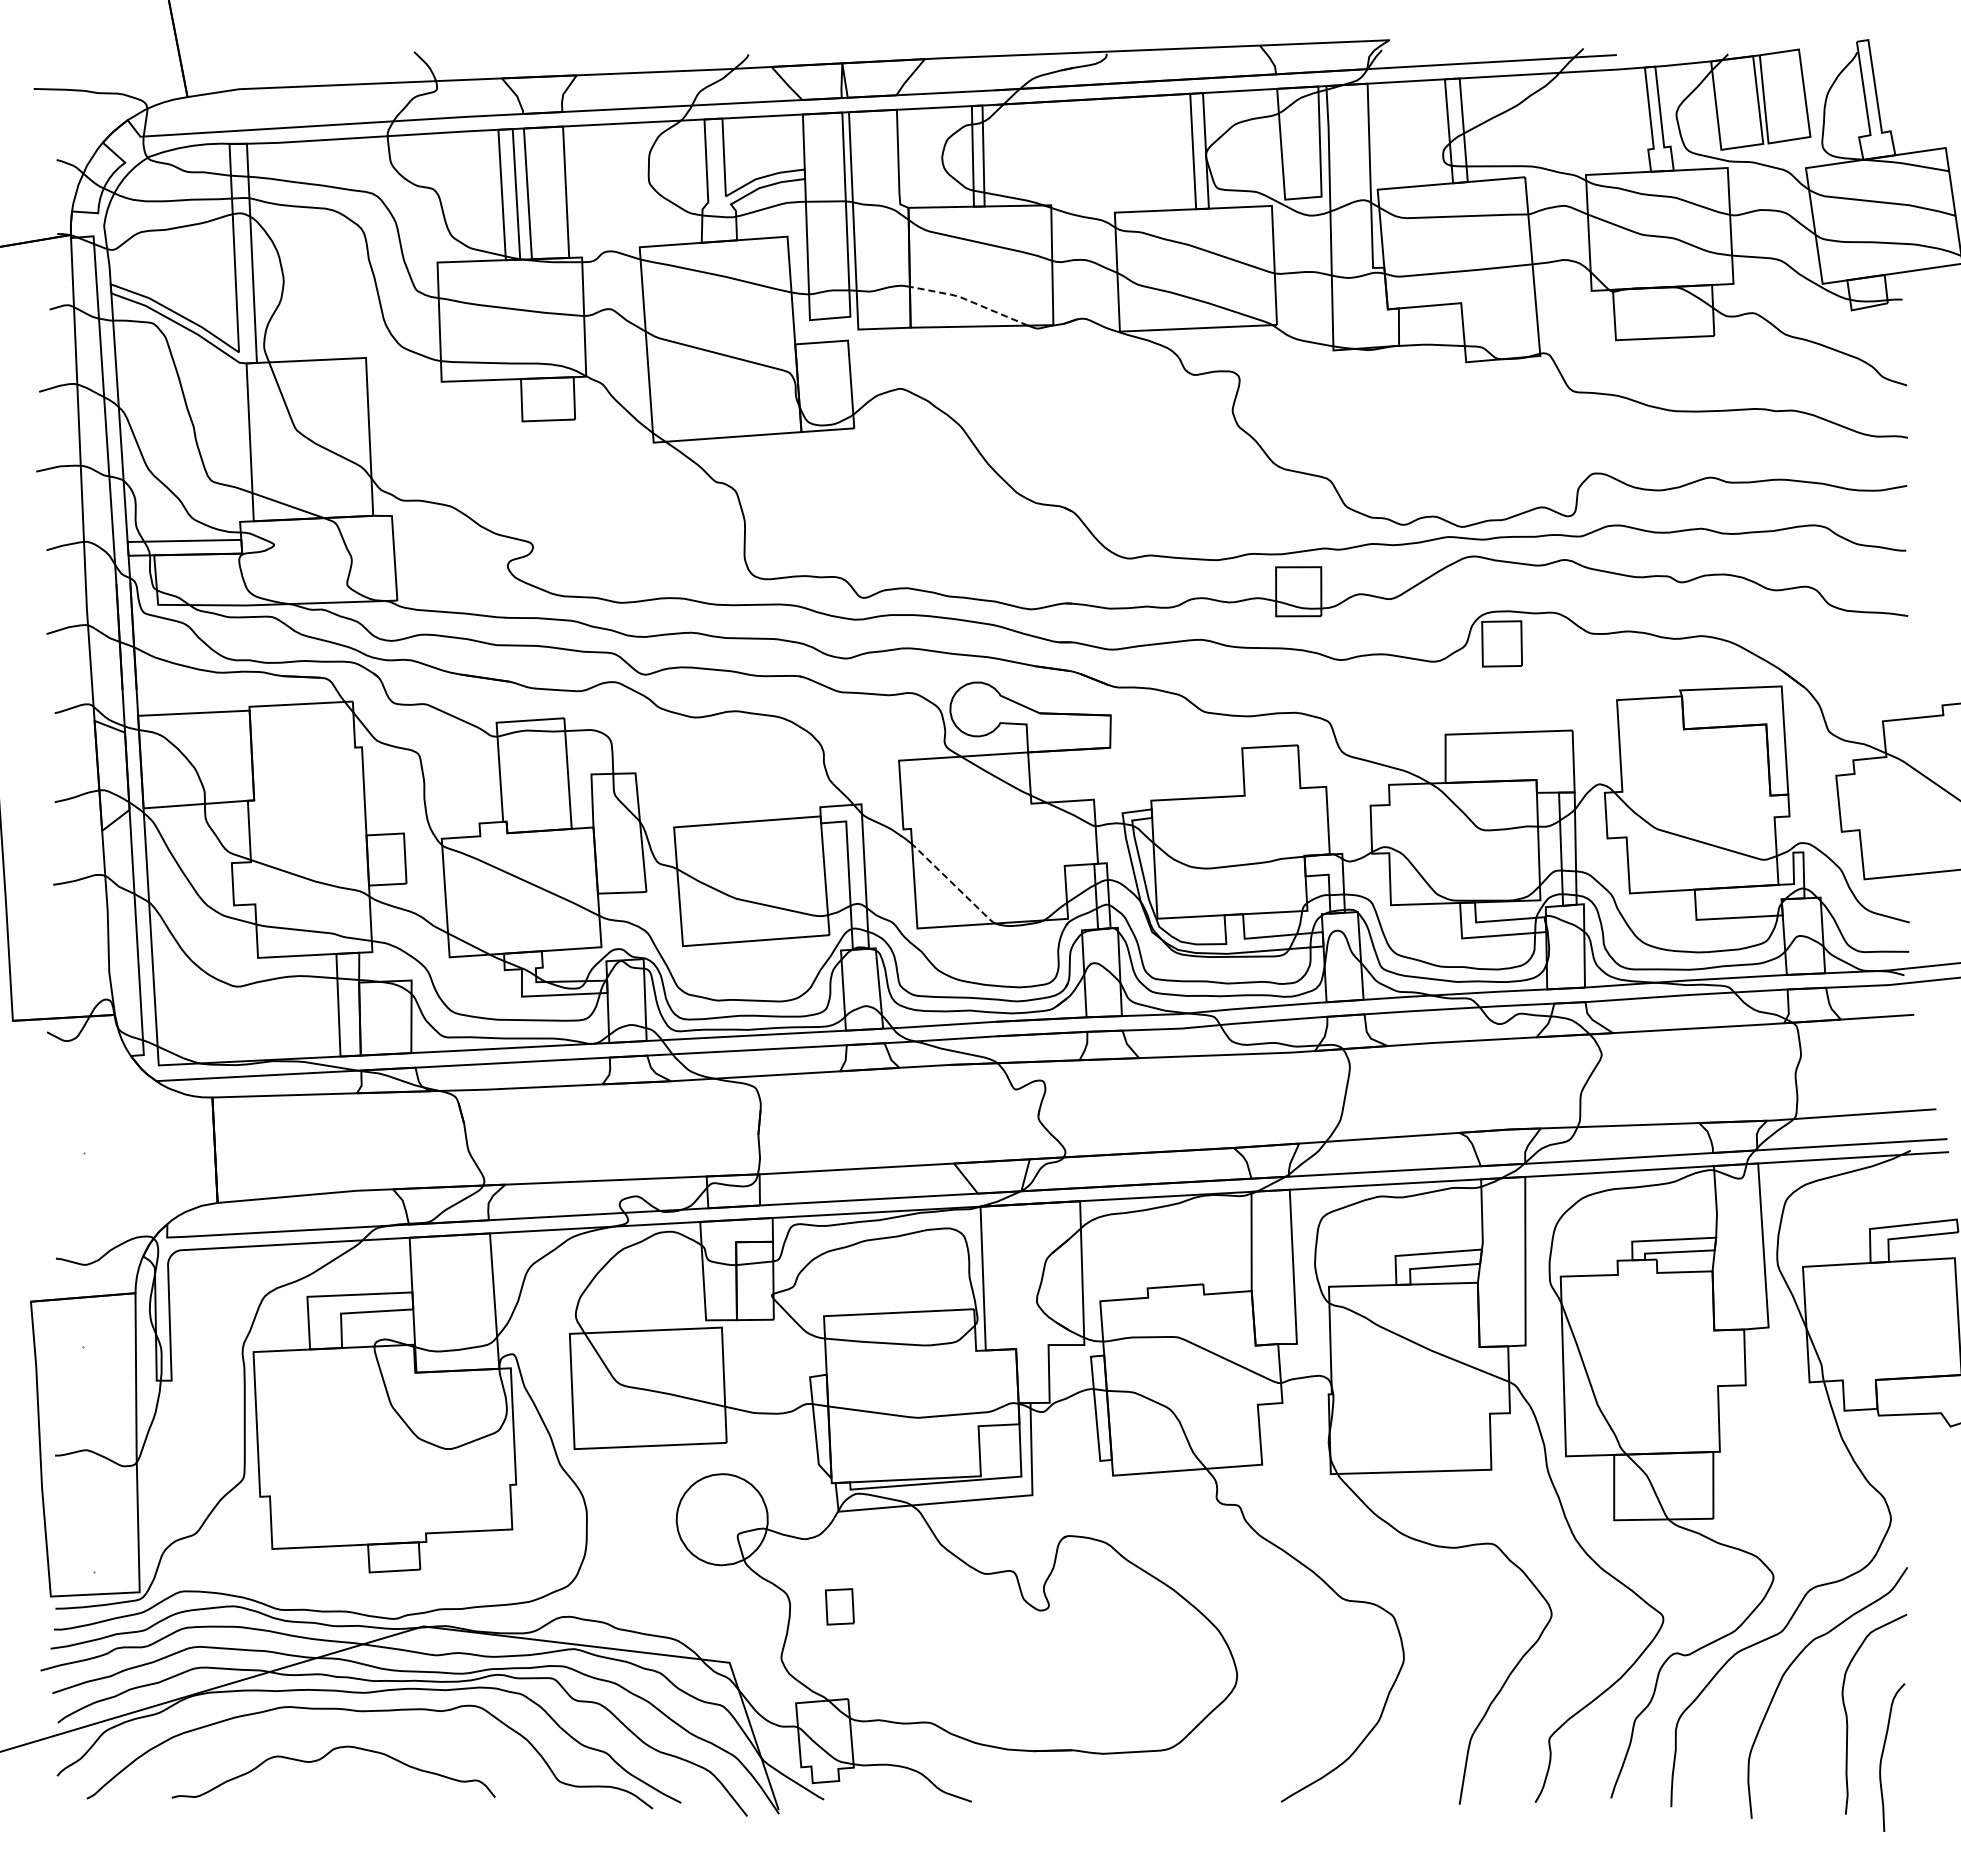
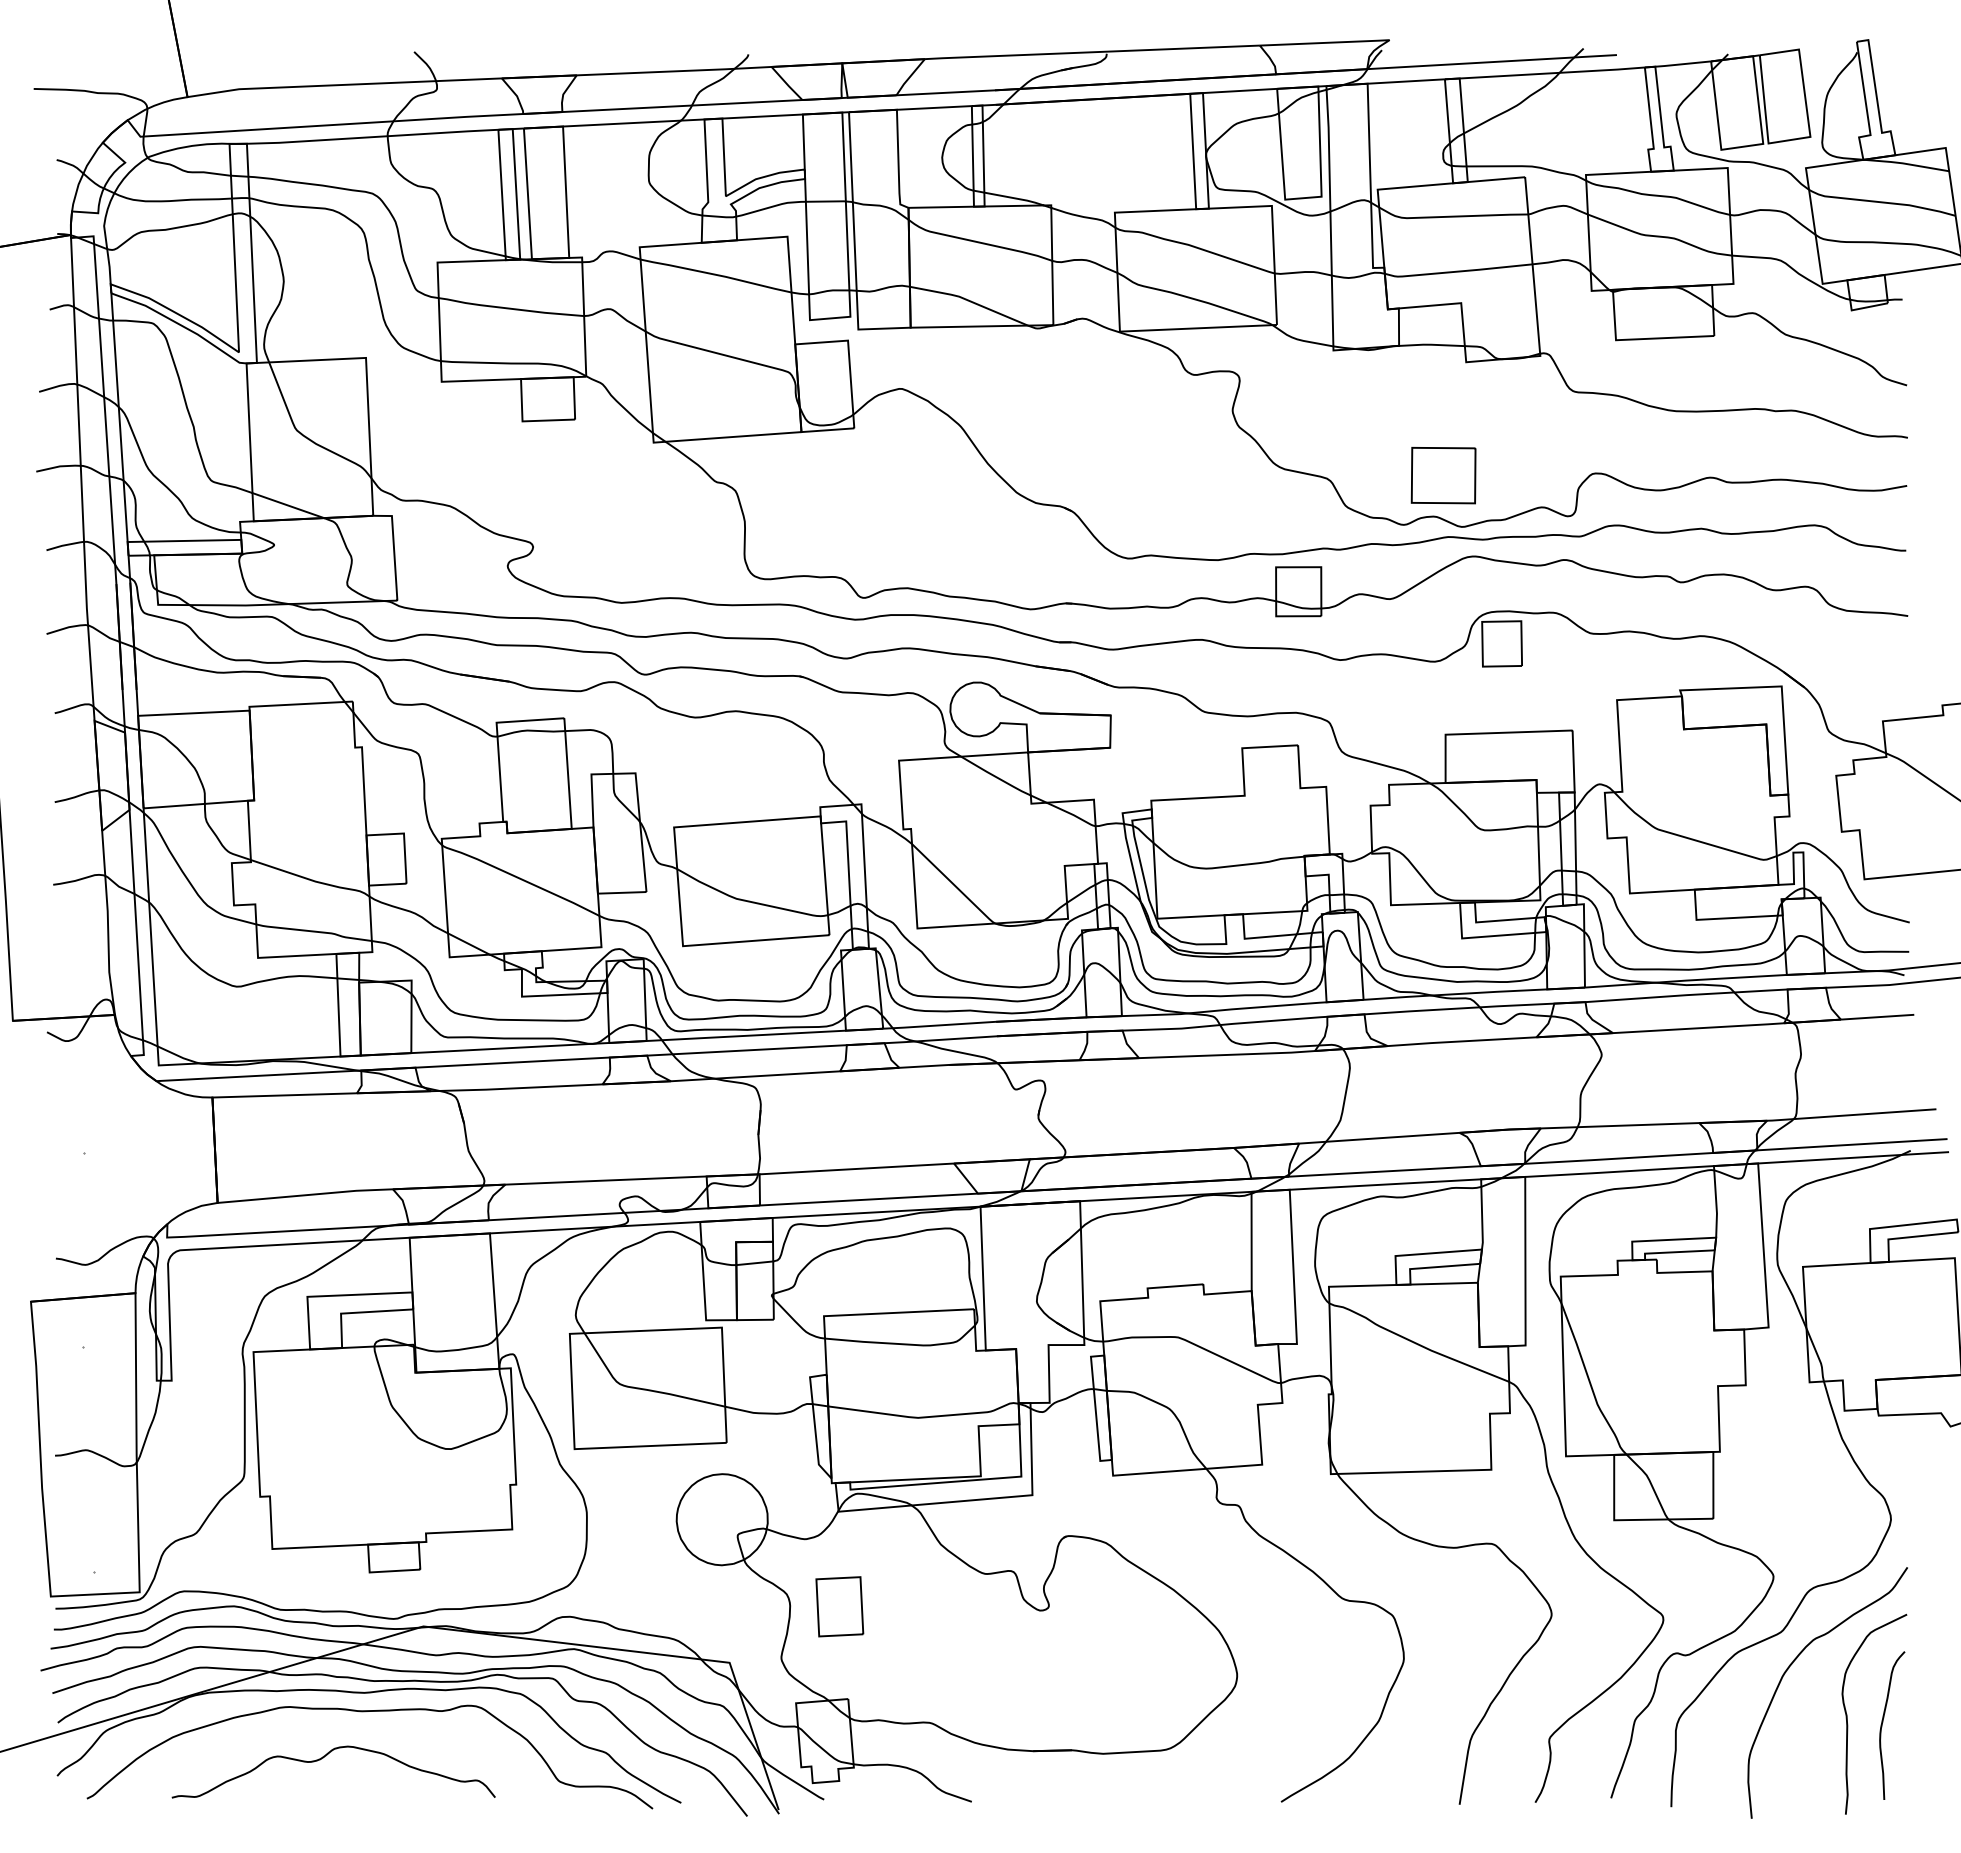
line at (968, 300): dashed -> solid
part at (1443, 475): none -> present
line at (954, 885): dashed -> solid
part at (839, 1606) size: 30x38 px -> 50x62 px
curve at (1883, 1754) position: (1883, 1754) -> (1883, 1722)
